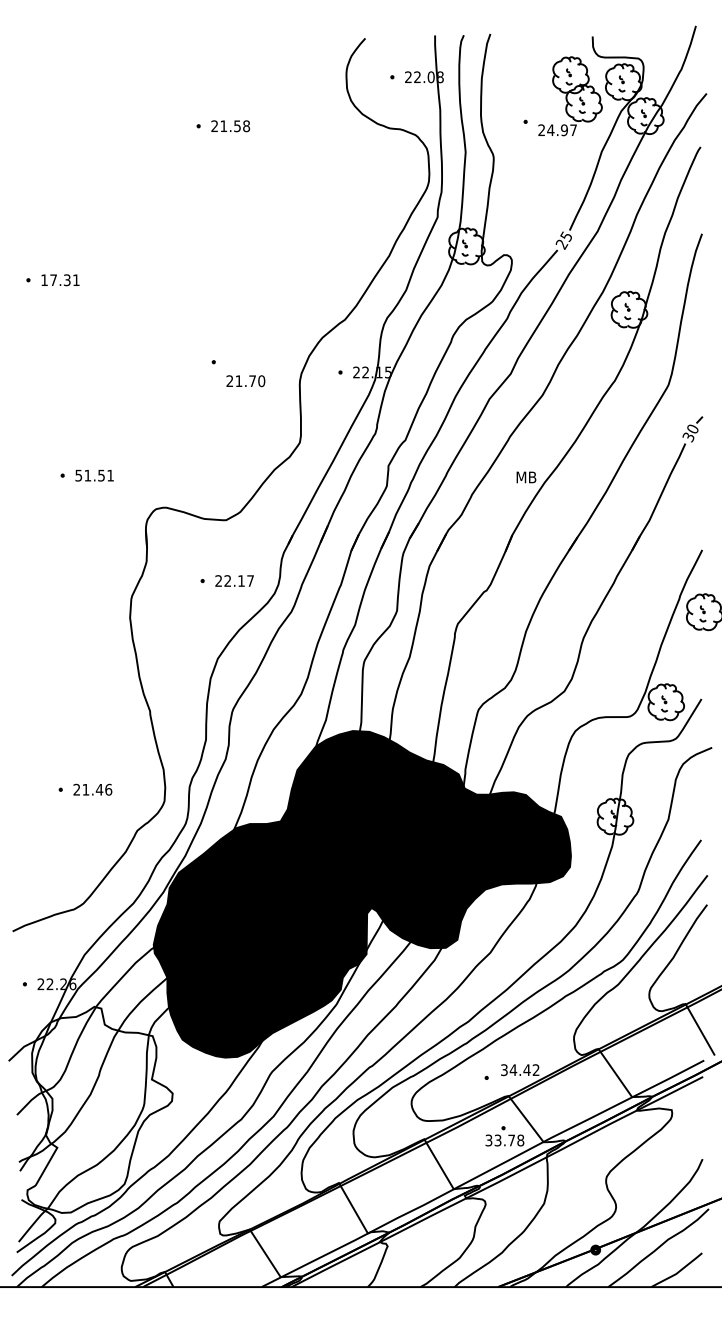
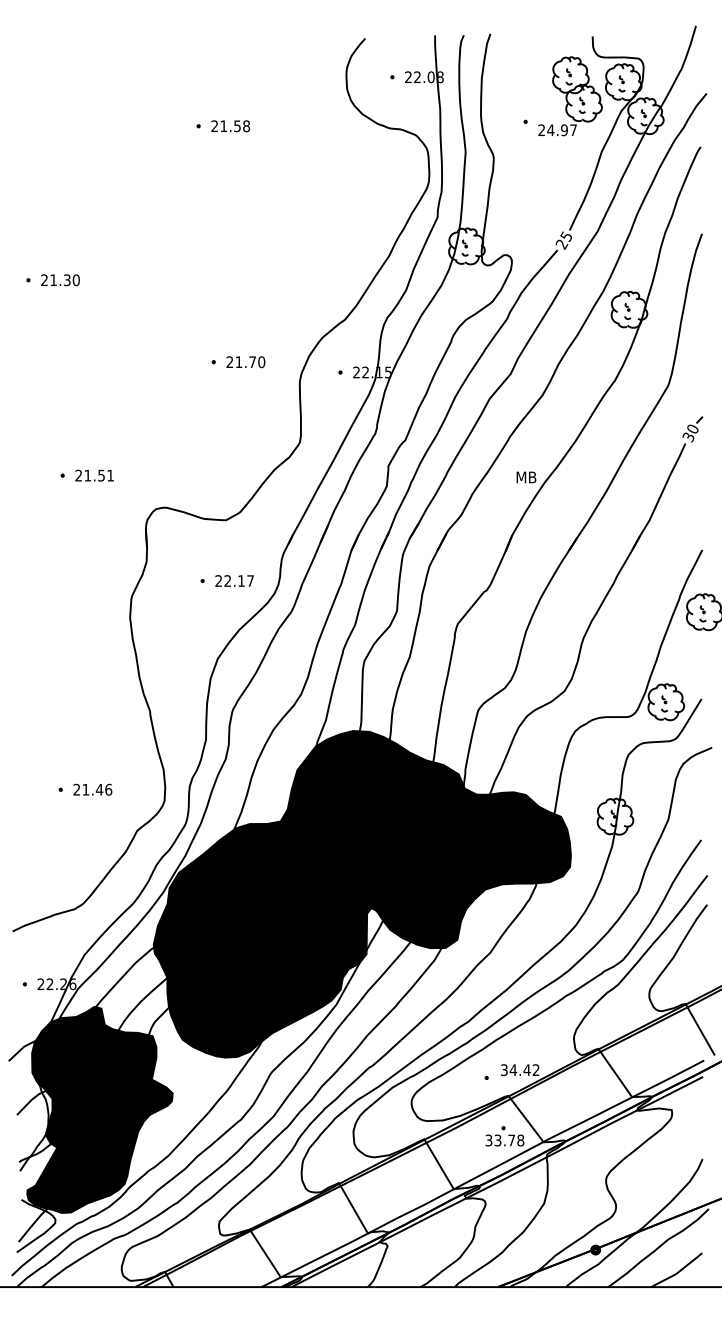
text at (60, 280): 17.31 -> 21.30
text at (245, 381) position: (245, 381) -> (245, 362)
text at (78, 475): 51.51 -> 21.51
fill at (99, 1109): none -> present
